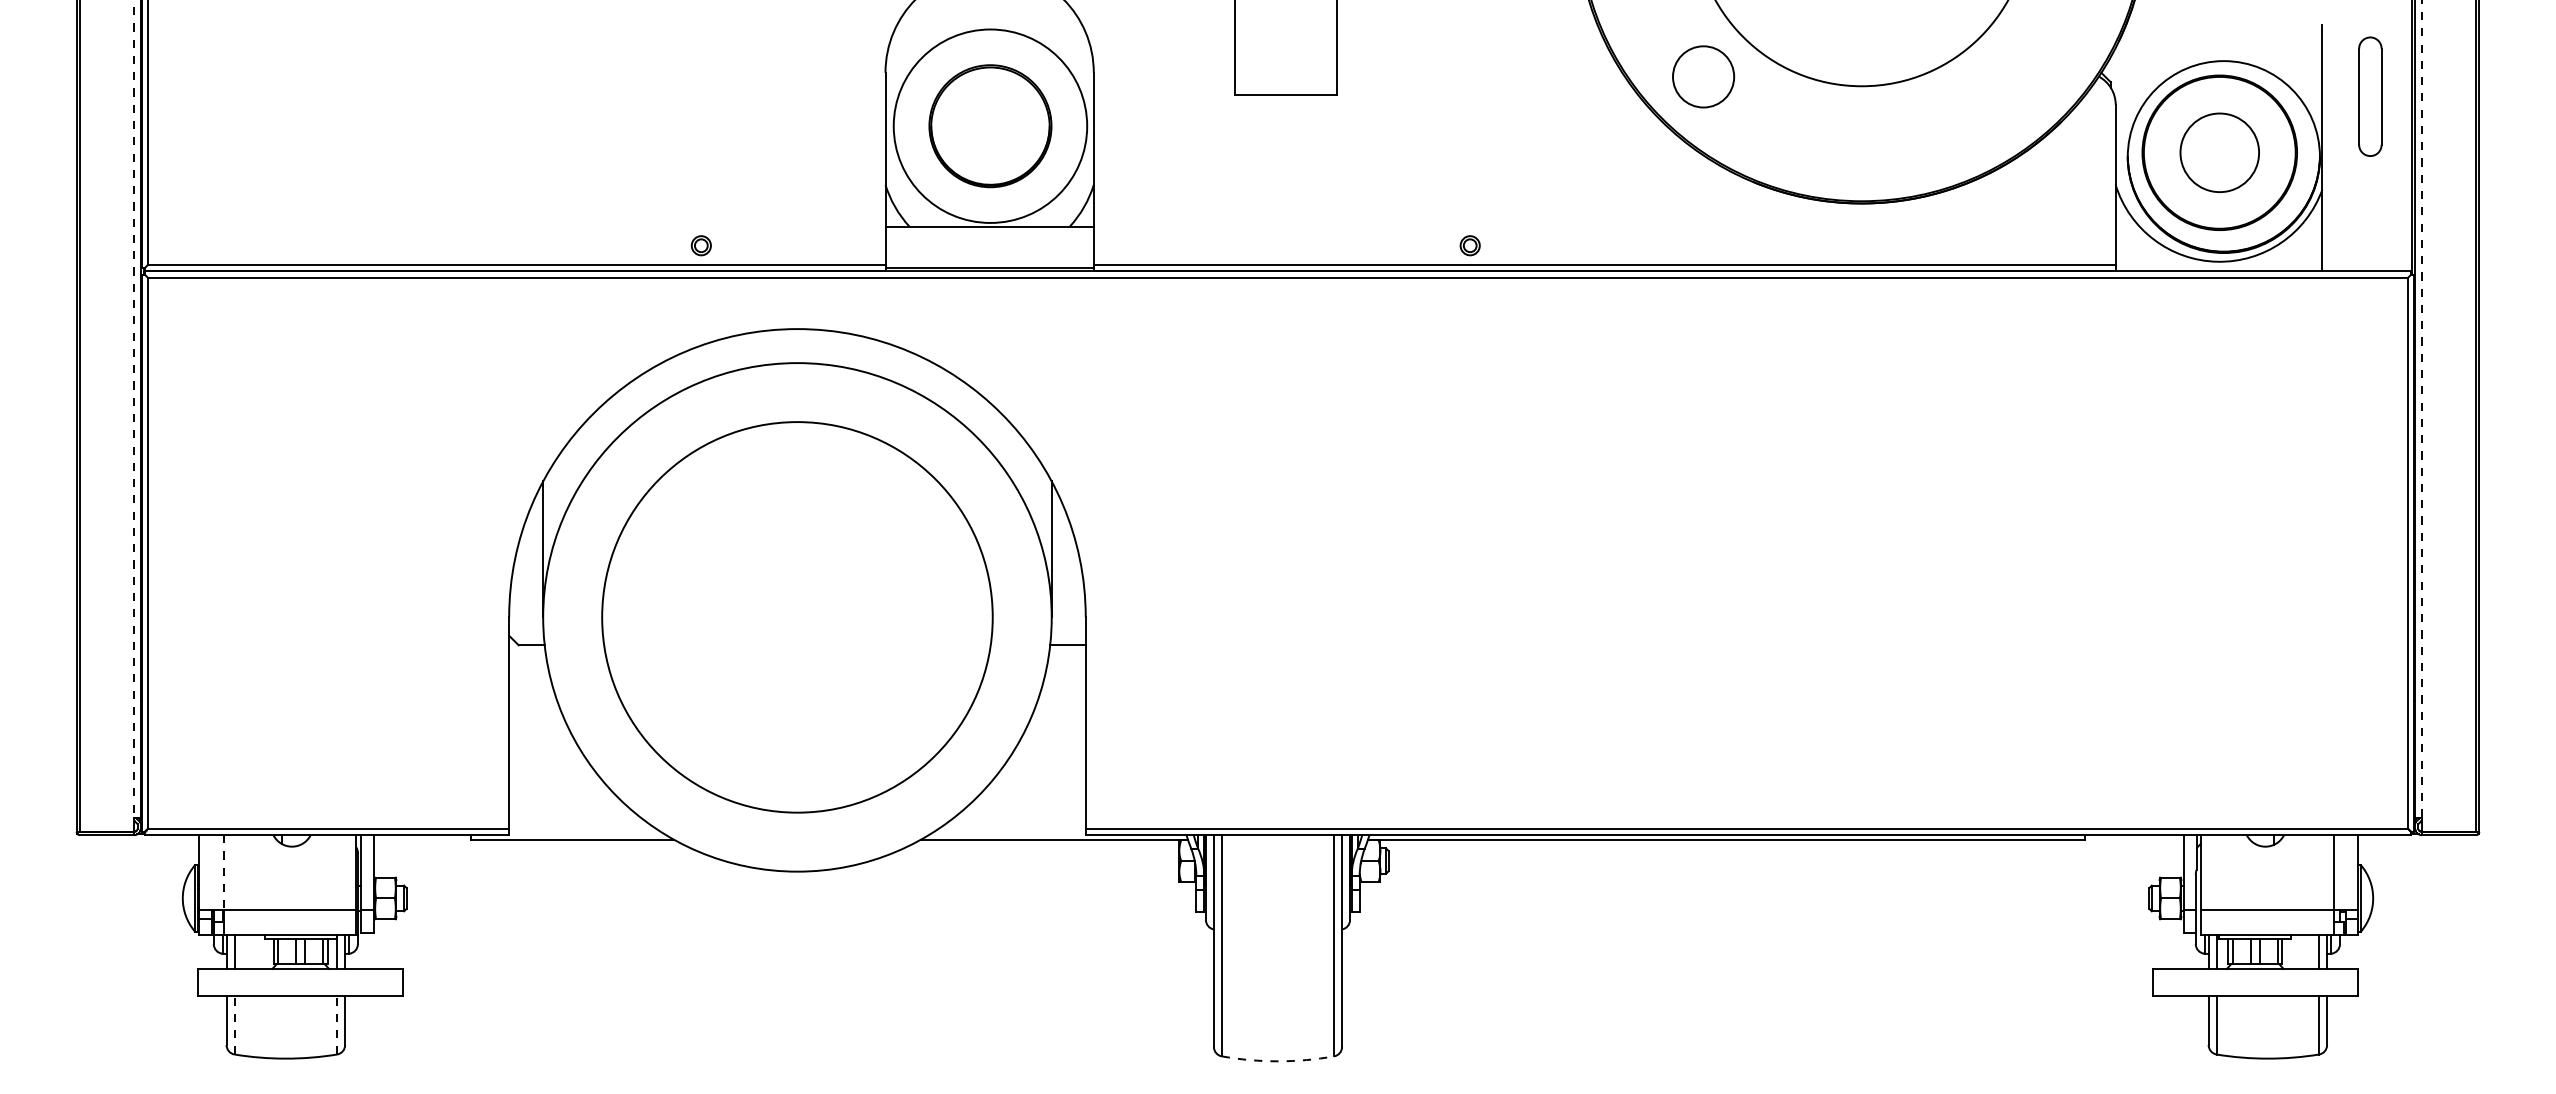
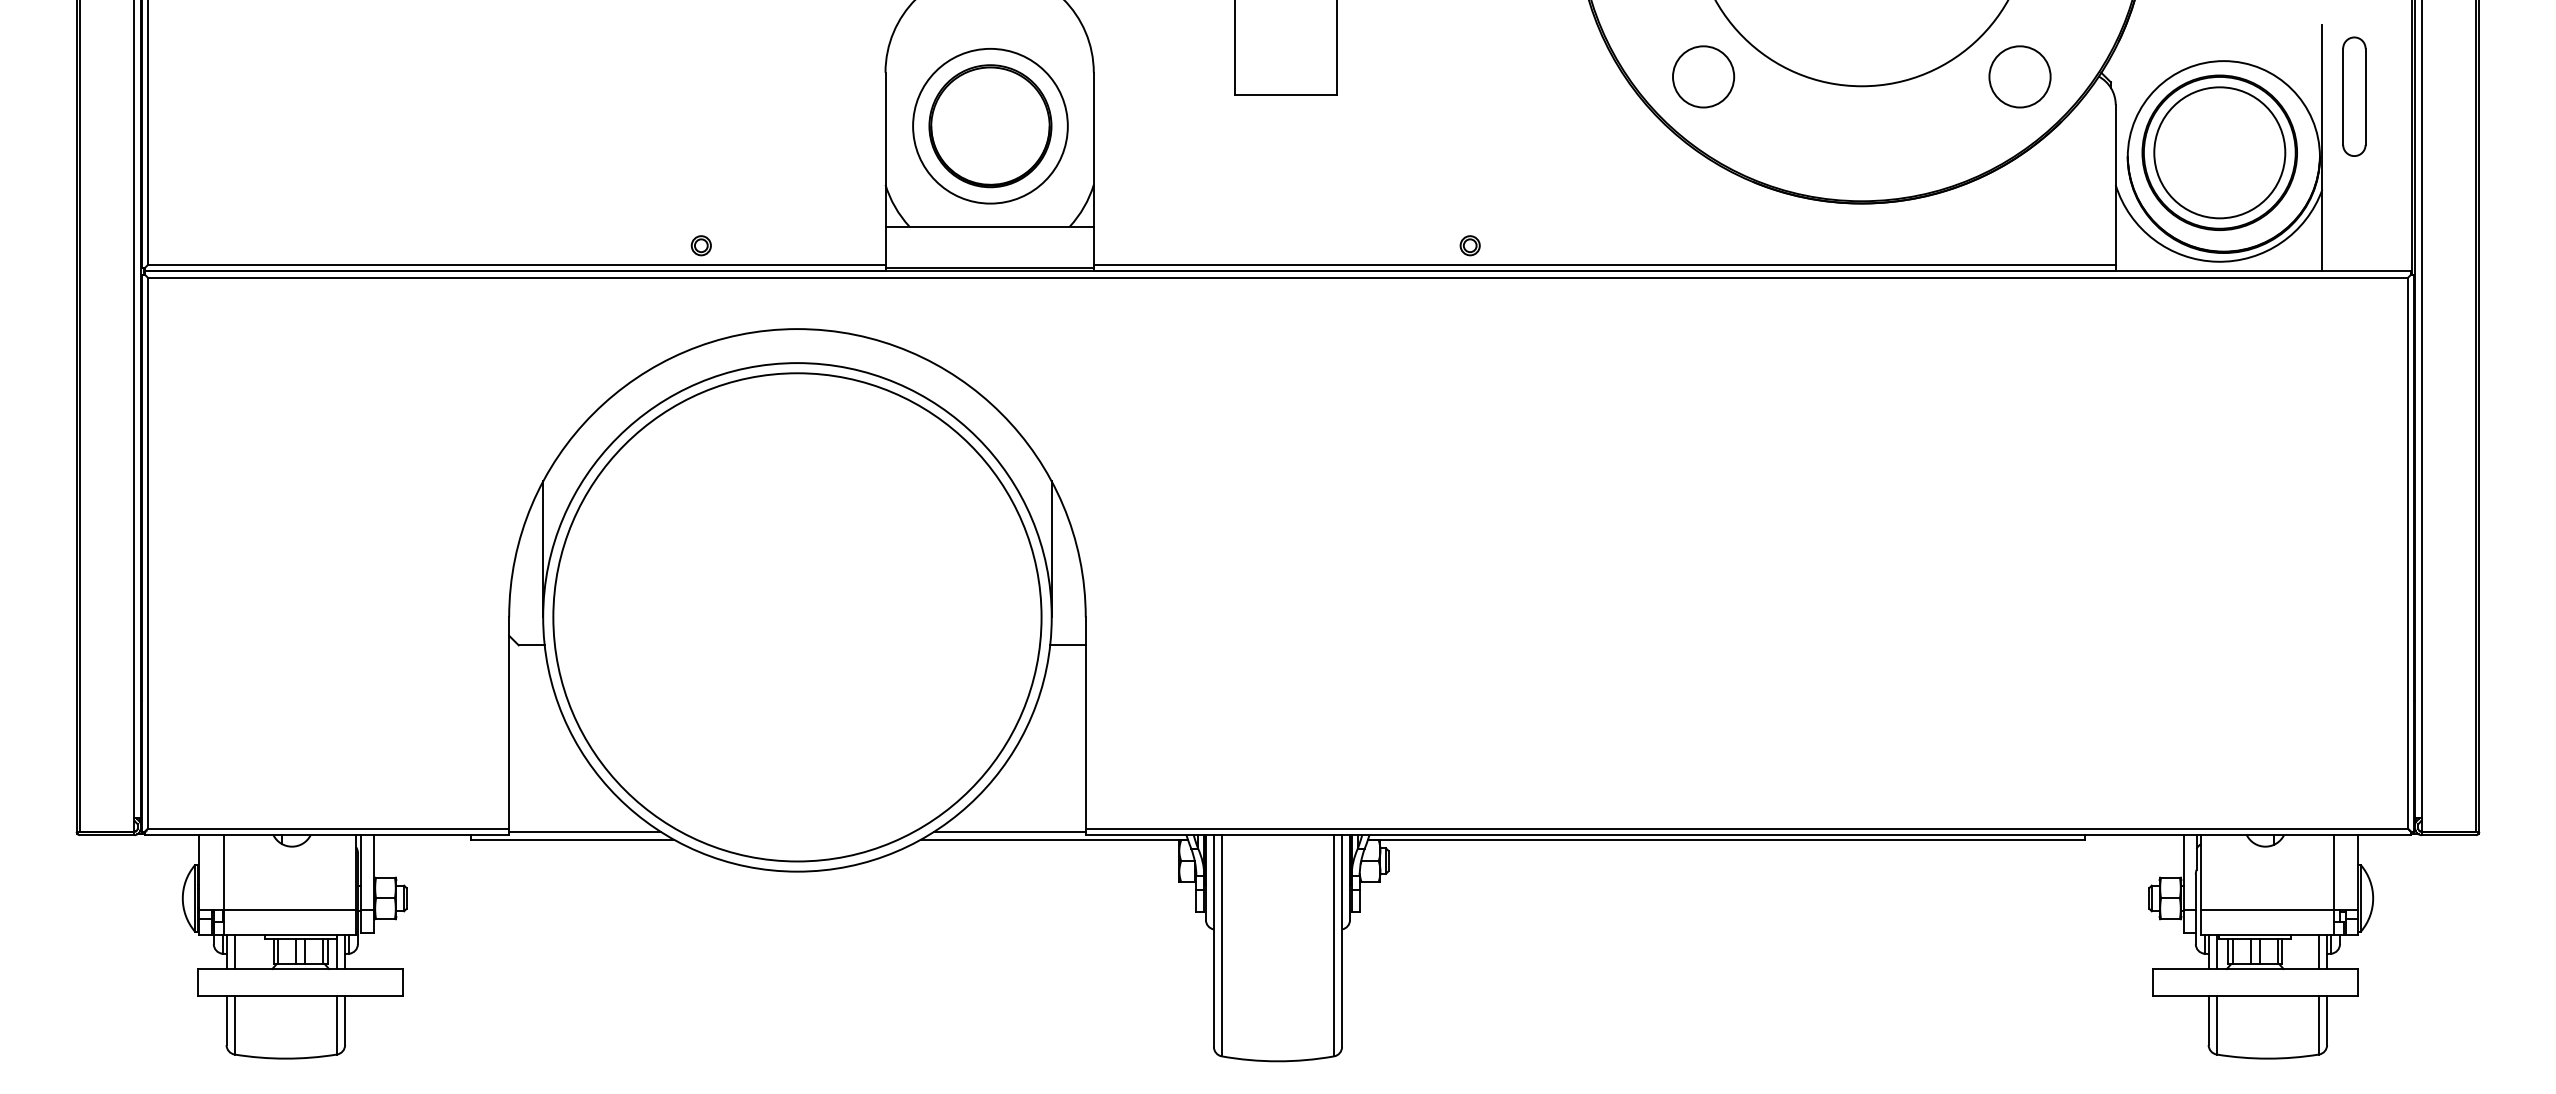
circle at (2019, 76): none -> present
part at (2370, 96) position: (2370, 96) -> (2354, 96)
circle at (990, 125) diameter: 193 px -> 155 px
circle at (2219, 152) diameter: 79 px -> 131 px
line at (2421, 408): dashed -> solid
line at (134, 409): dashed -> solid
circle at (797, 617) diameter: 391 px -> 488 px
line at (584, 831): none -> present
line at (1009, 831): none -> present
line at (223, 872): dashed -> solid
line at (234, 1024): dashed -> solid
line at (337, 1024): dashed -> solid
arc at (1278, 1061): dashed -> solid
